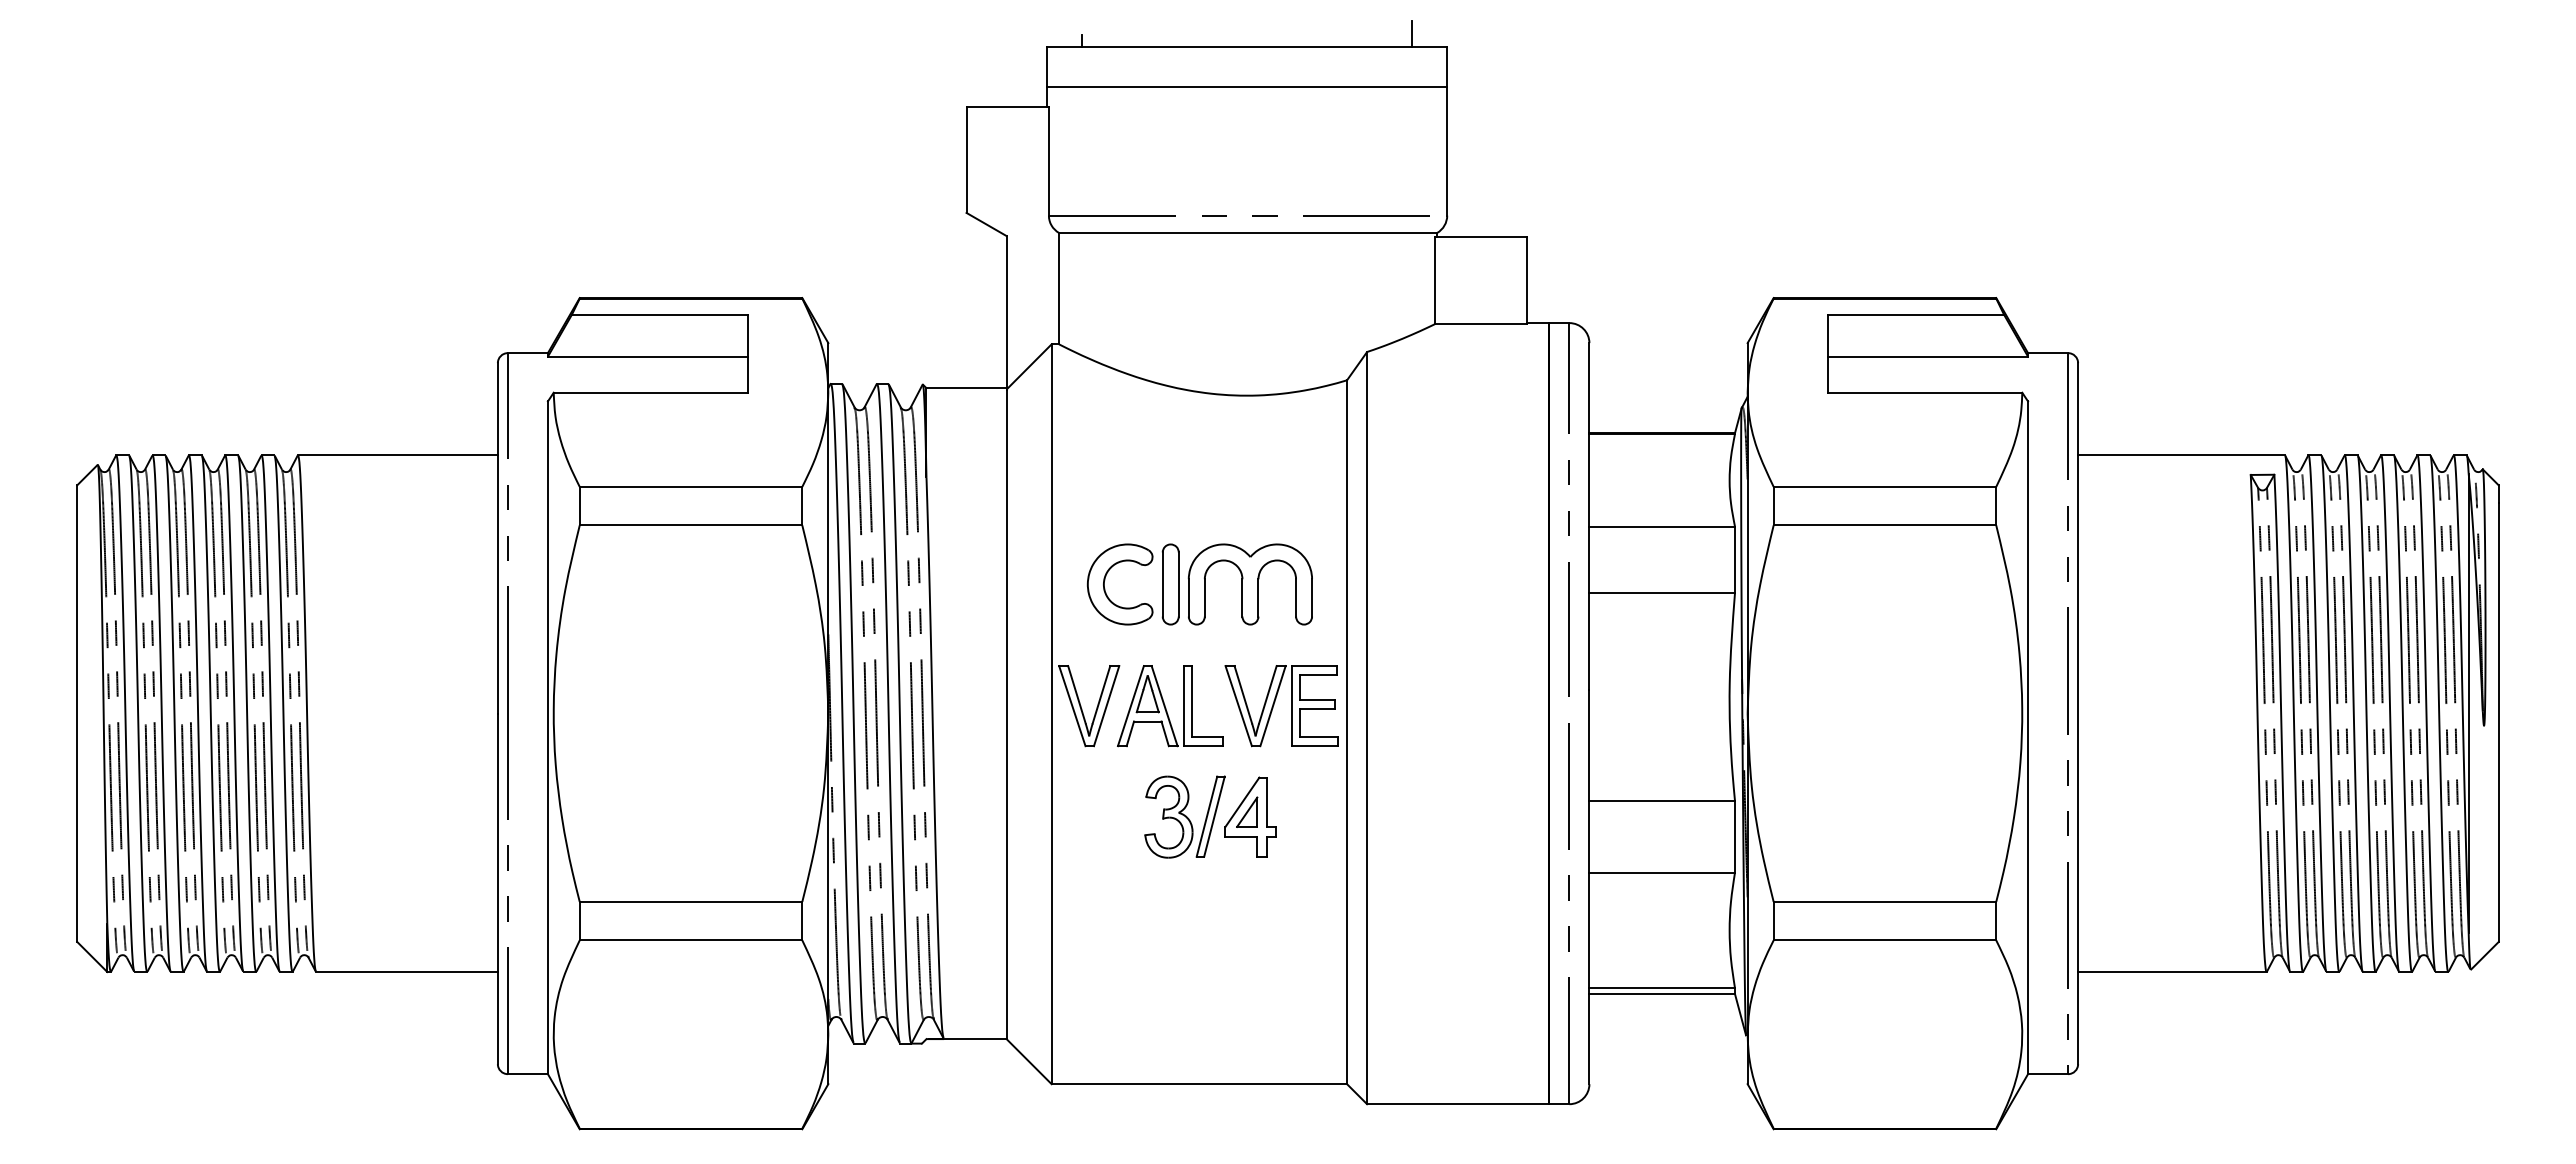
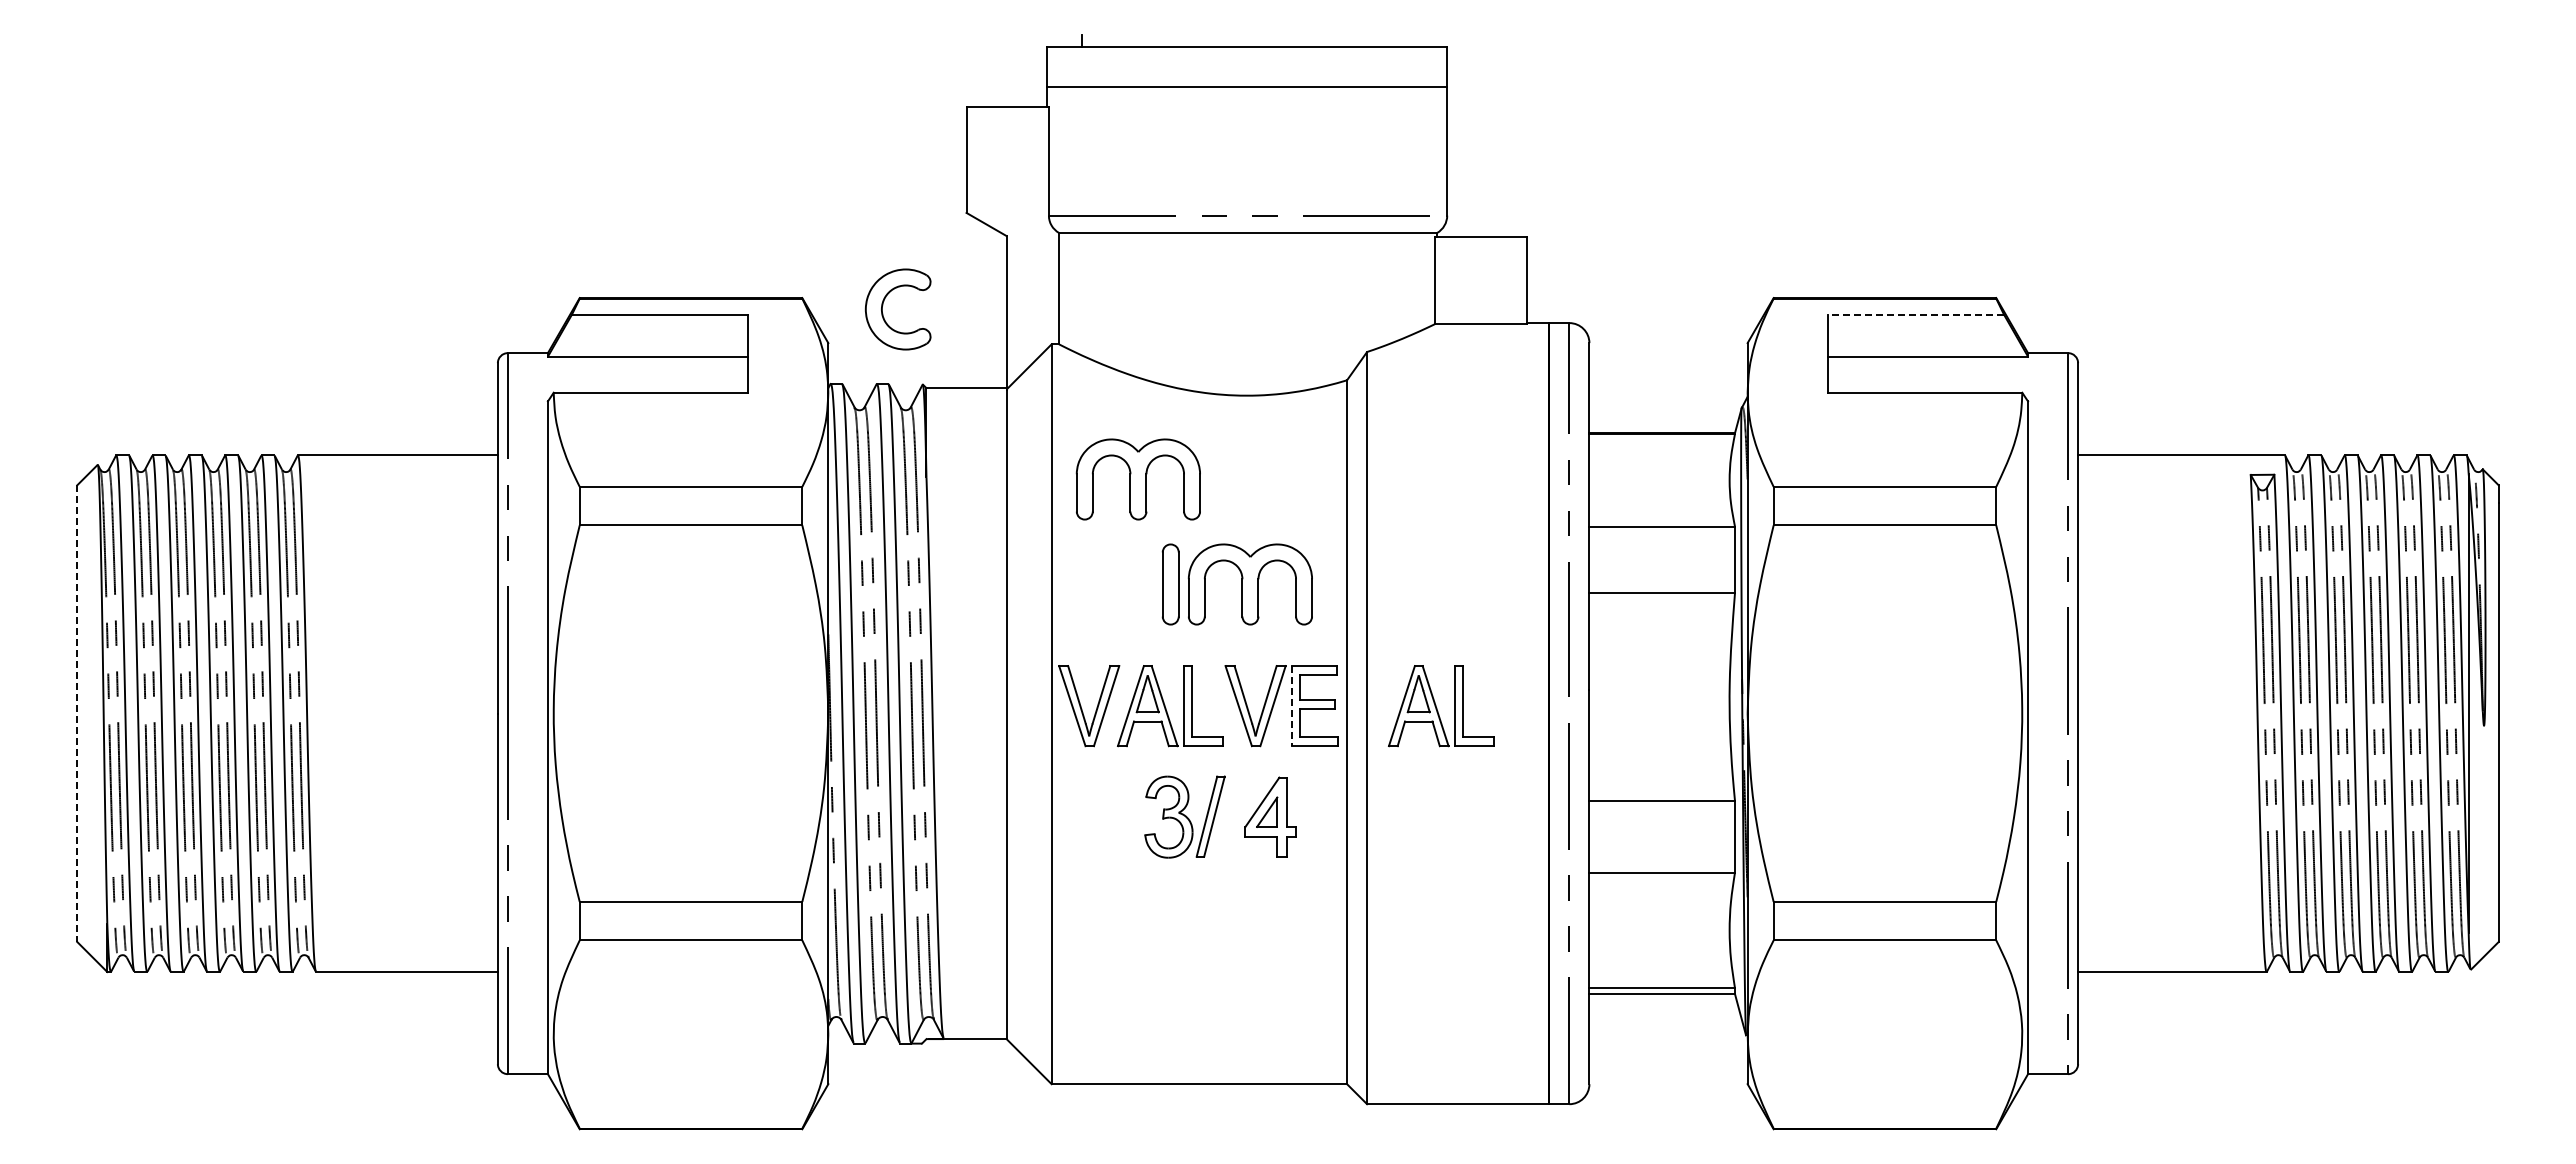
line at (1412, 33): present -> none
line at (1915, 314): solid -> dashed
part at (1137, 479): none -> present
part at (1105, 580) position: (1105, 580) -> (883, 305)
line at (1292, 706): solid -> dashed
part at (1441, 706): none -> present
line at (77, 714): solid -> dashed
part at (1250, 816) position: (1250, 816) -> (1270, 816)
